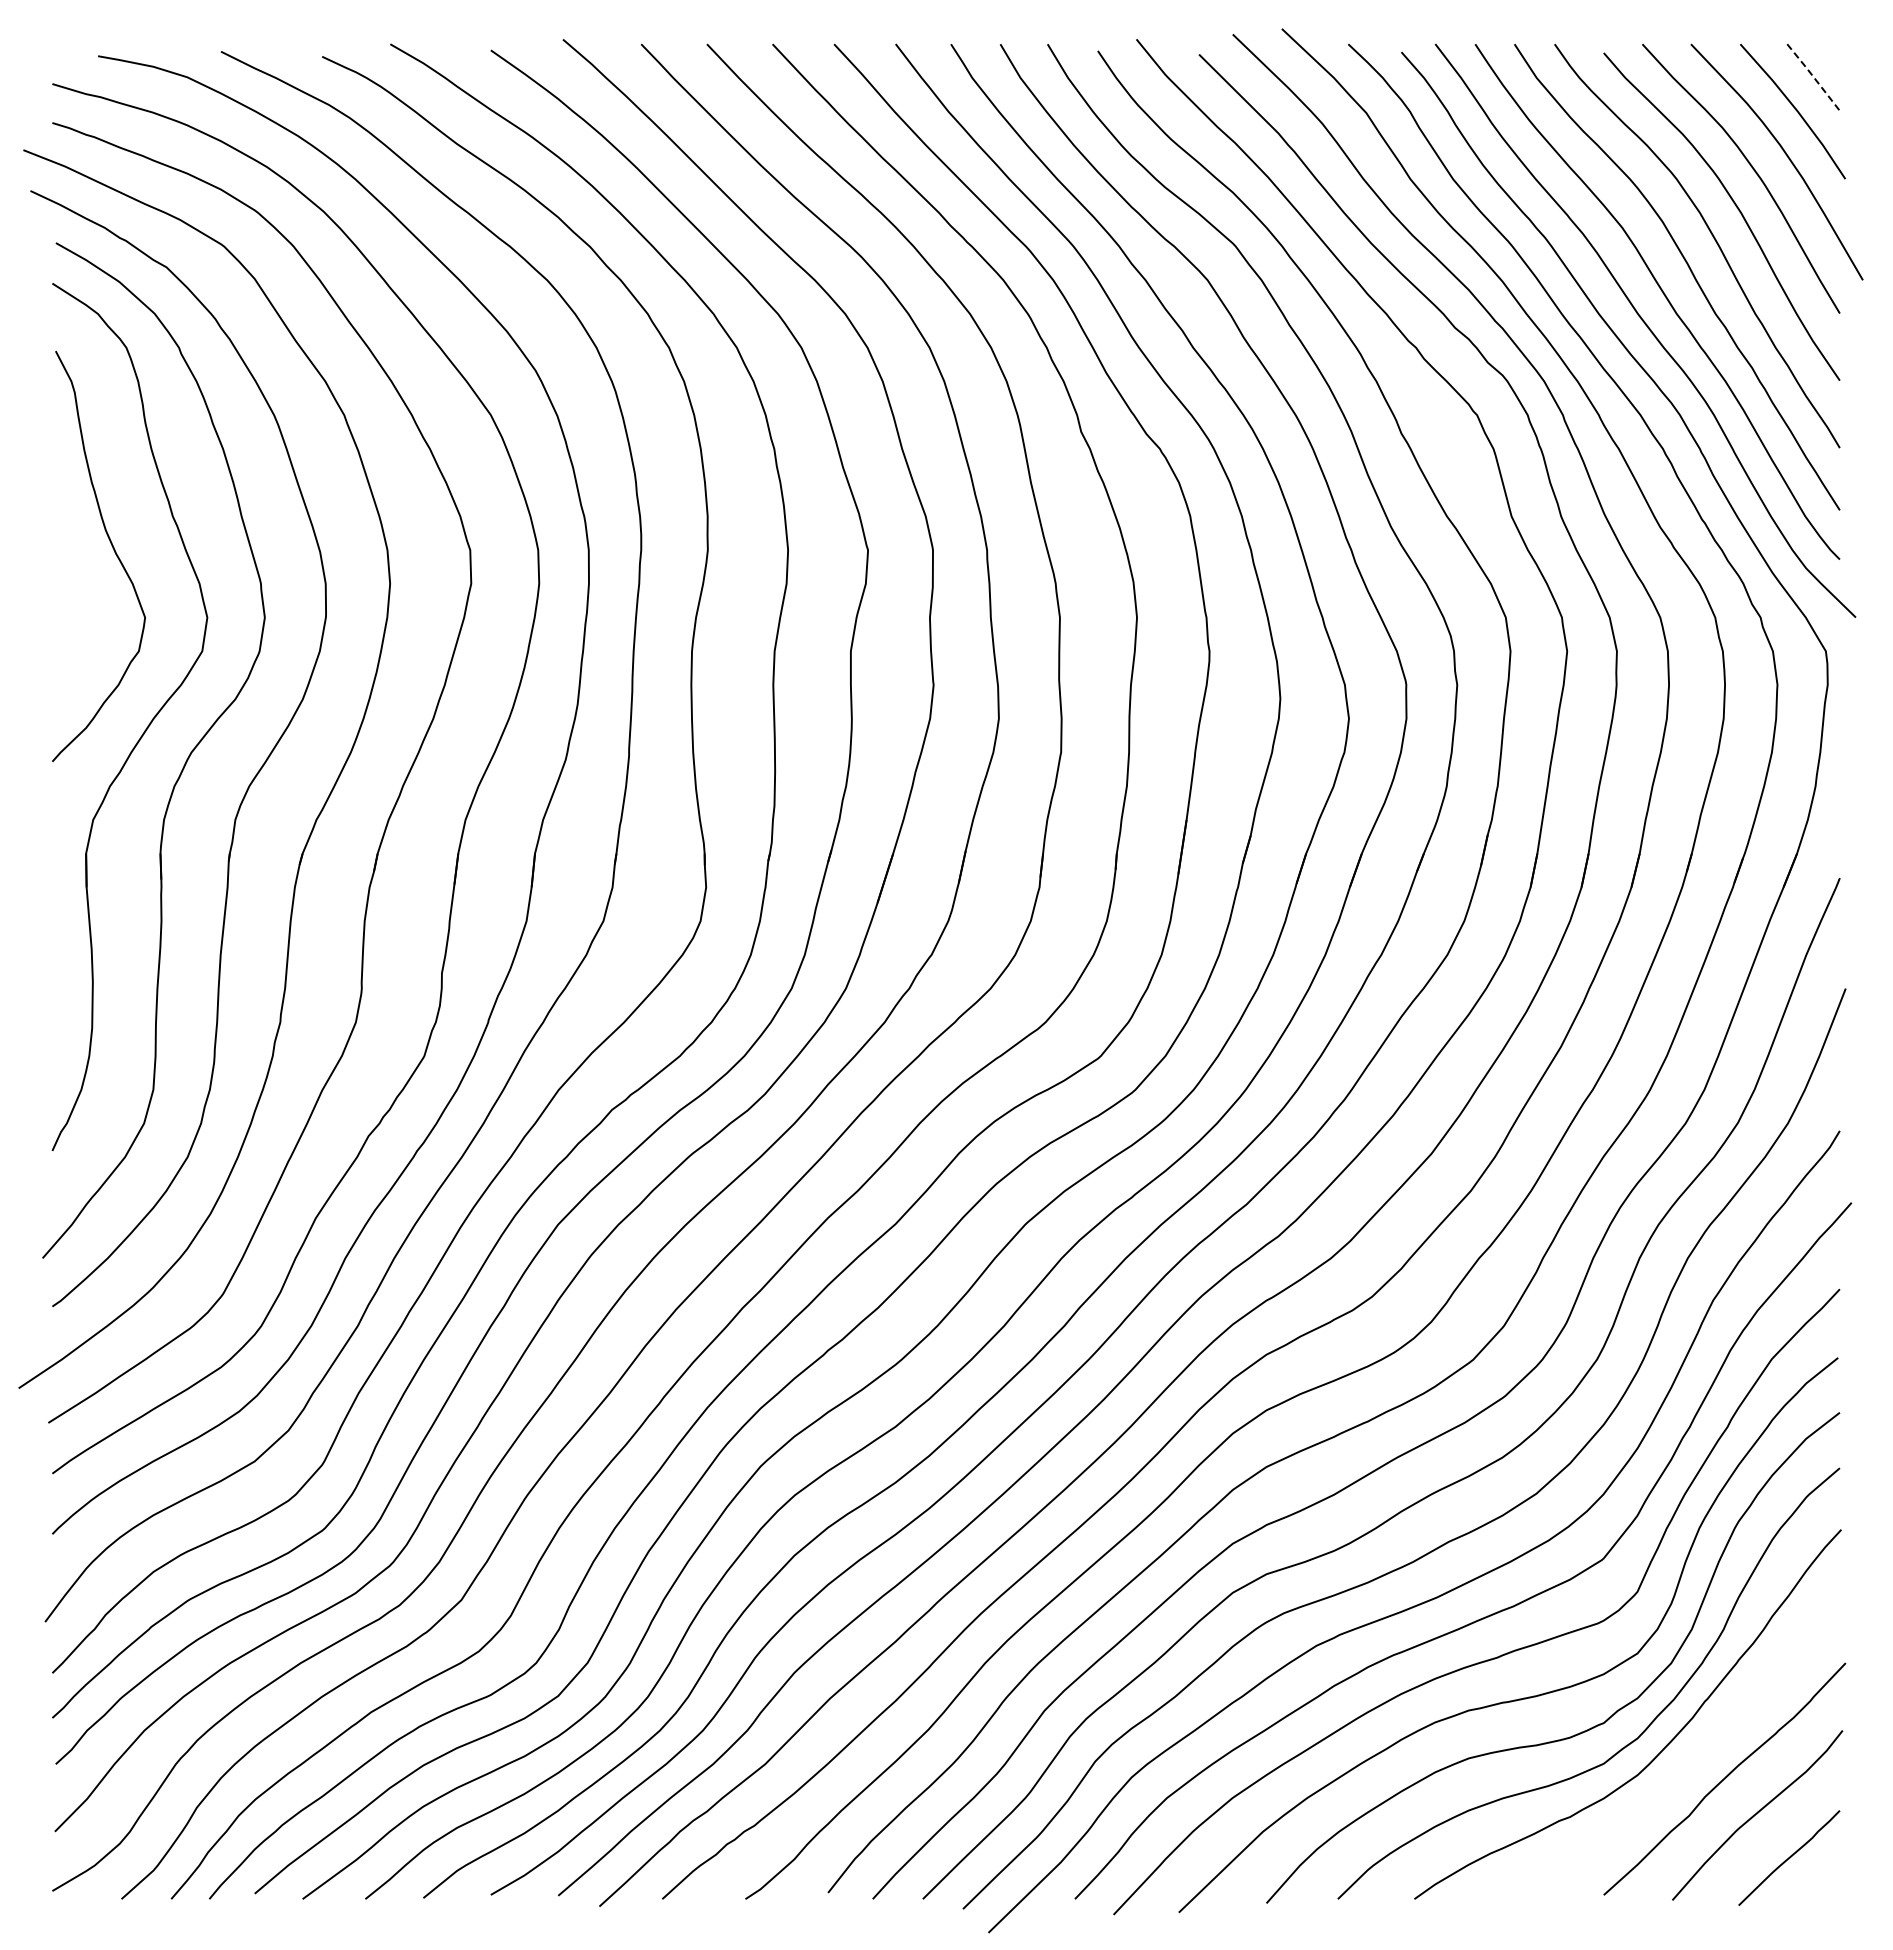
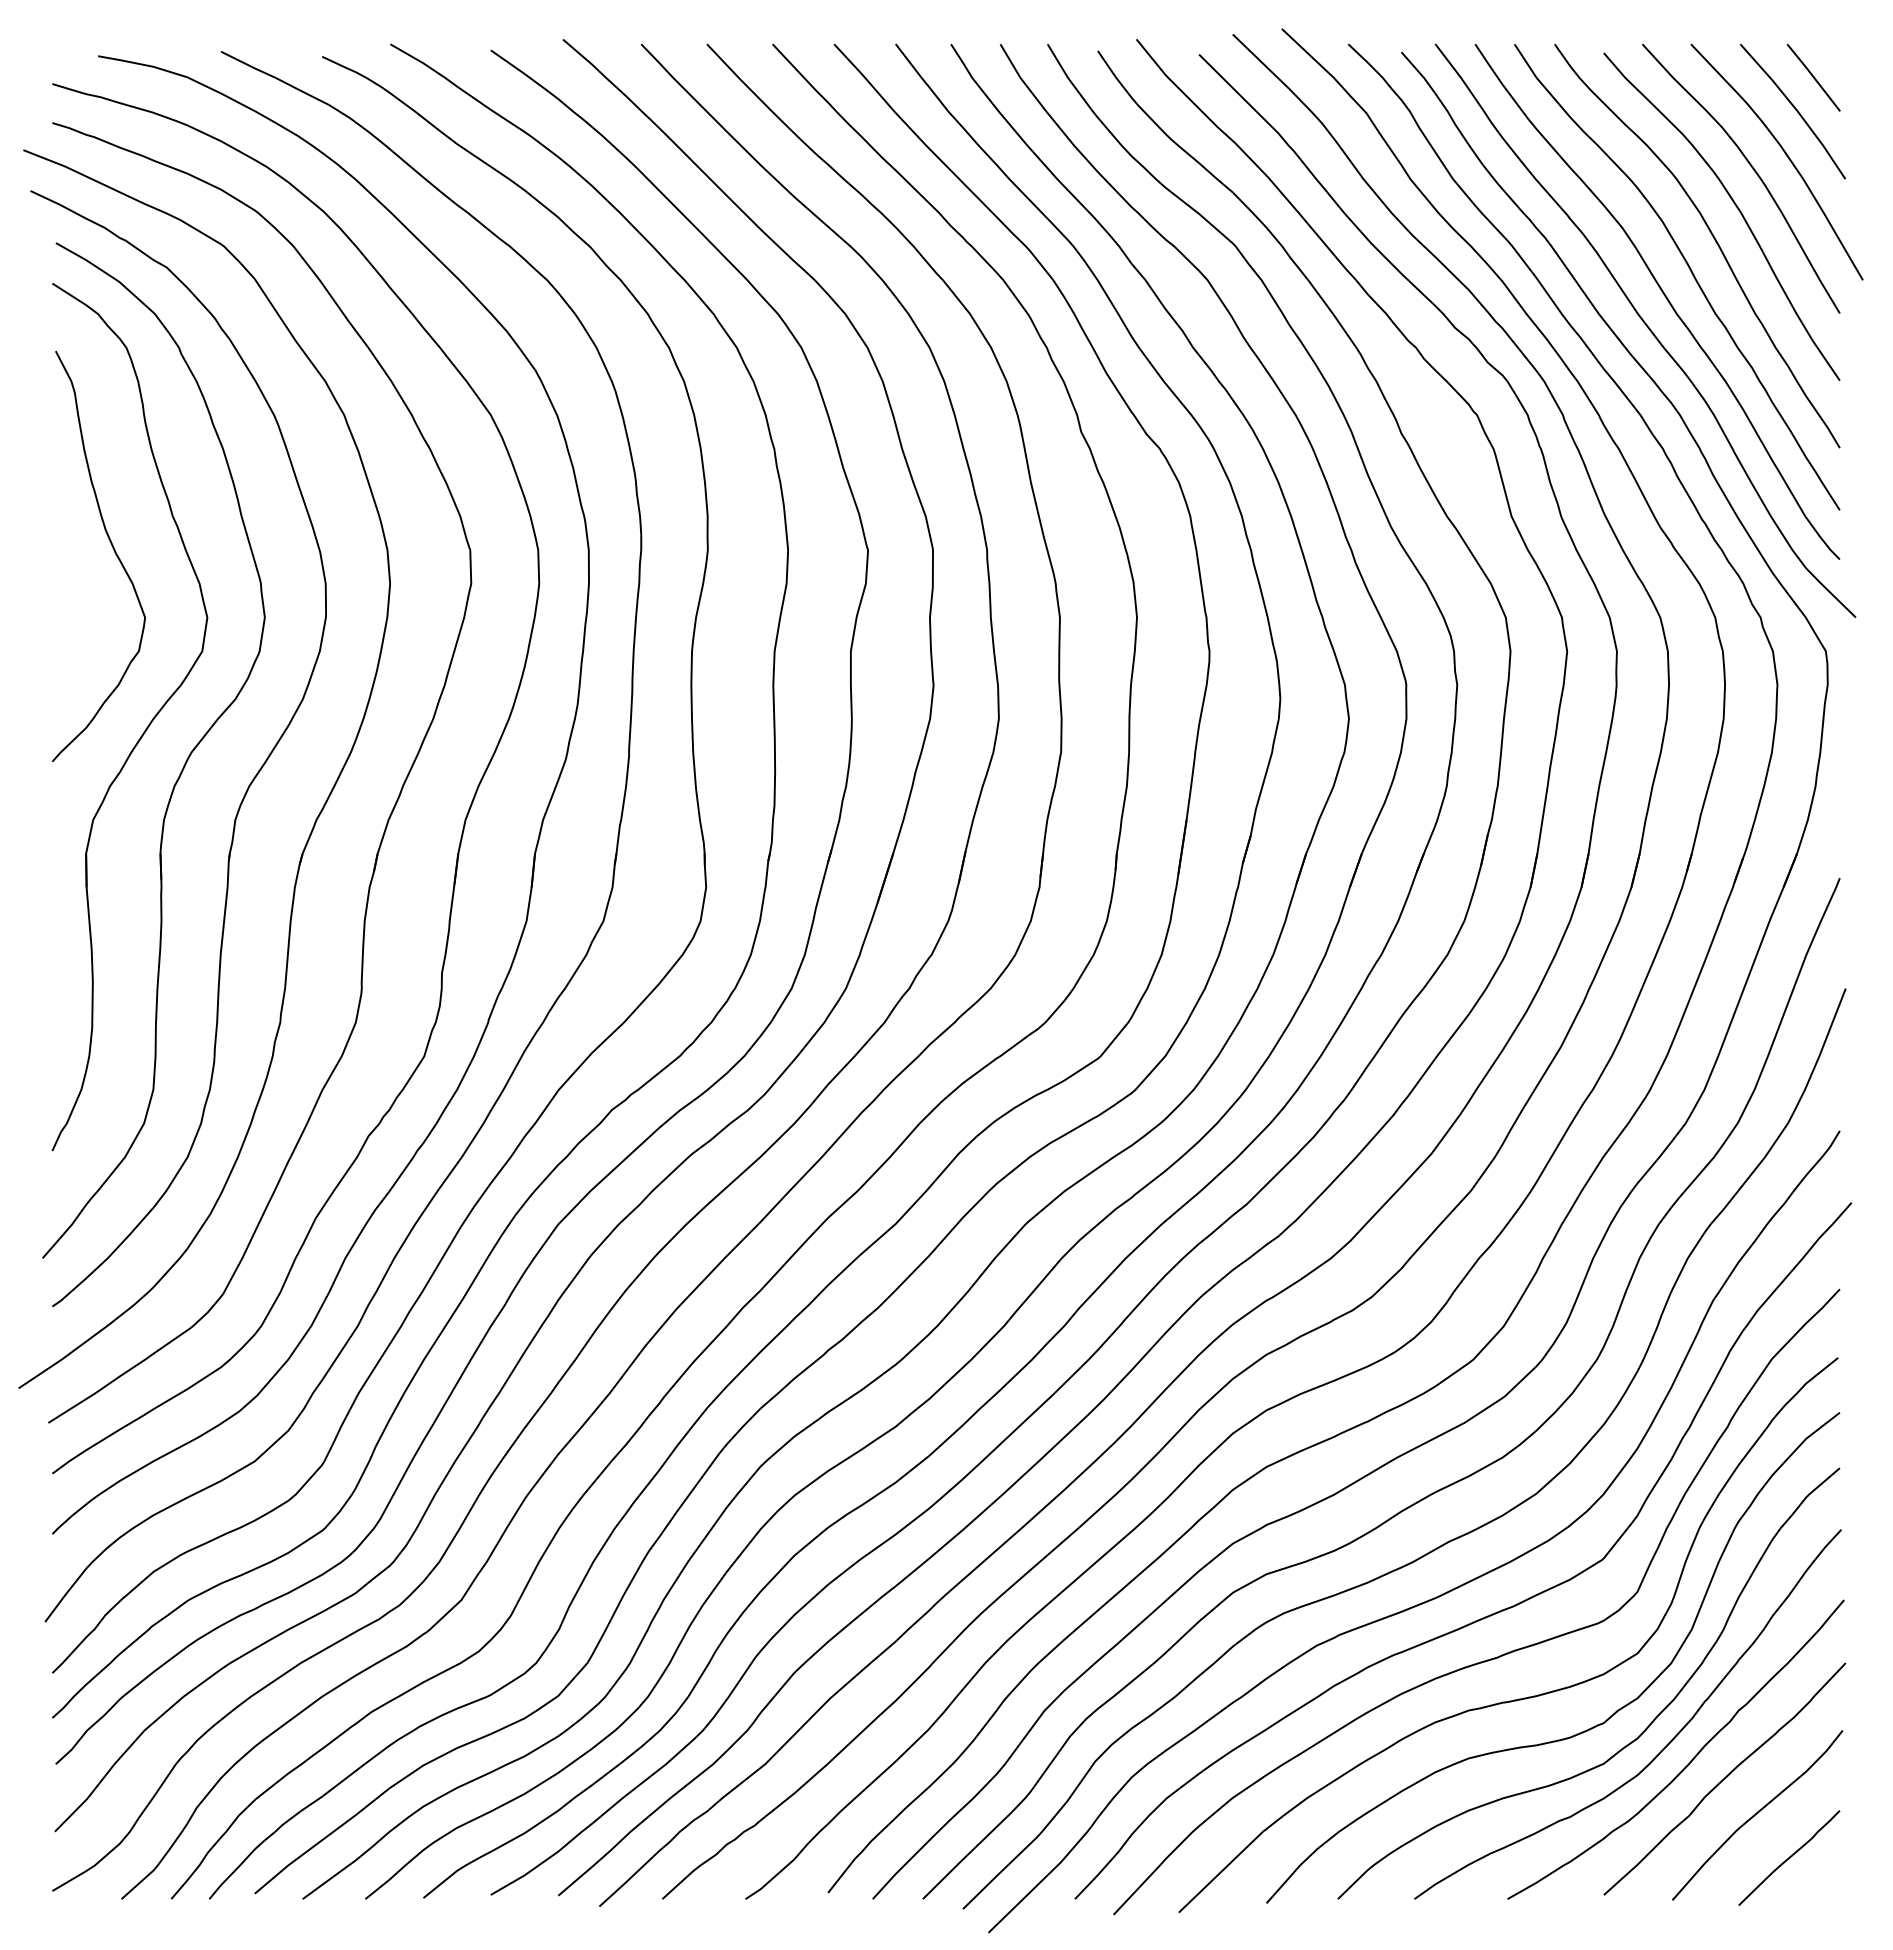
line at (1814, 77): dashed -> solid
curve at (1689, 1761): none -> present
